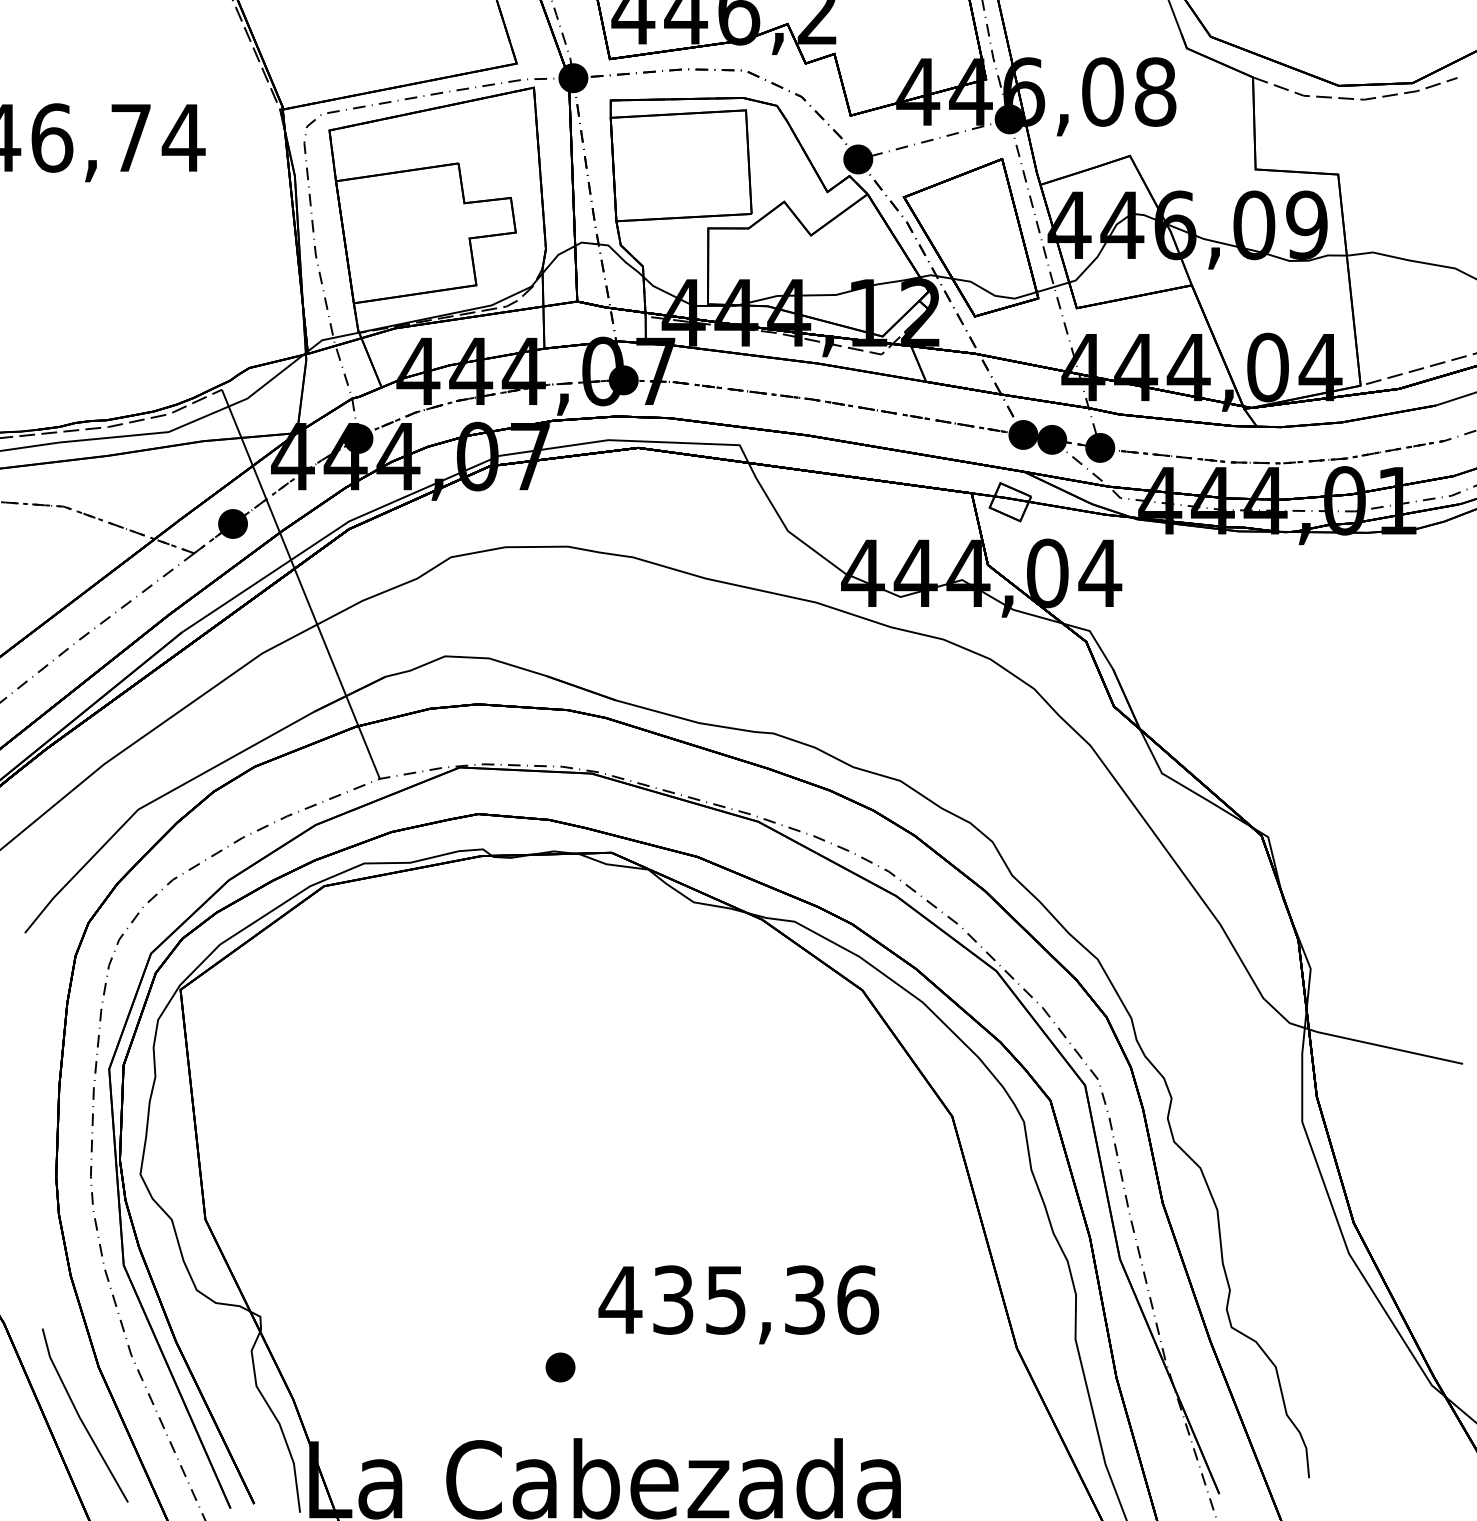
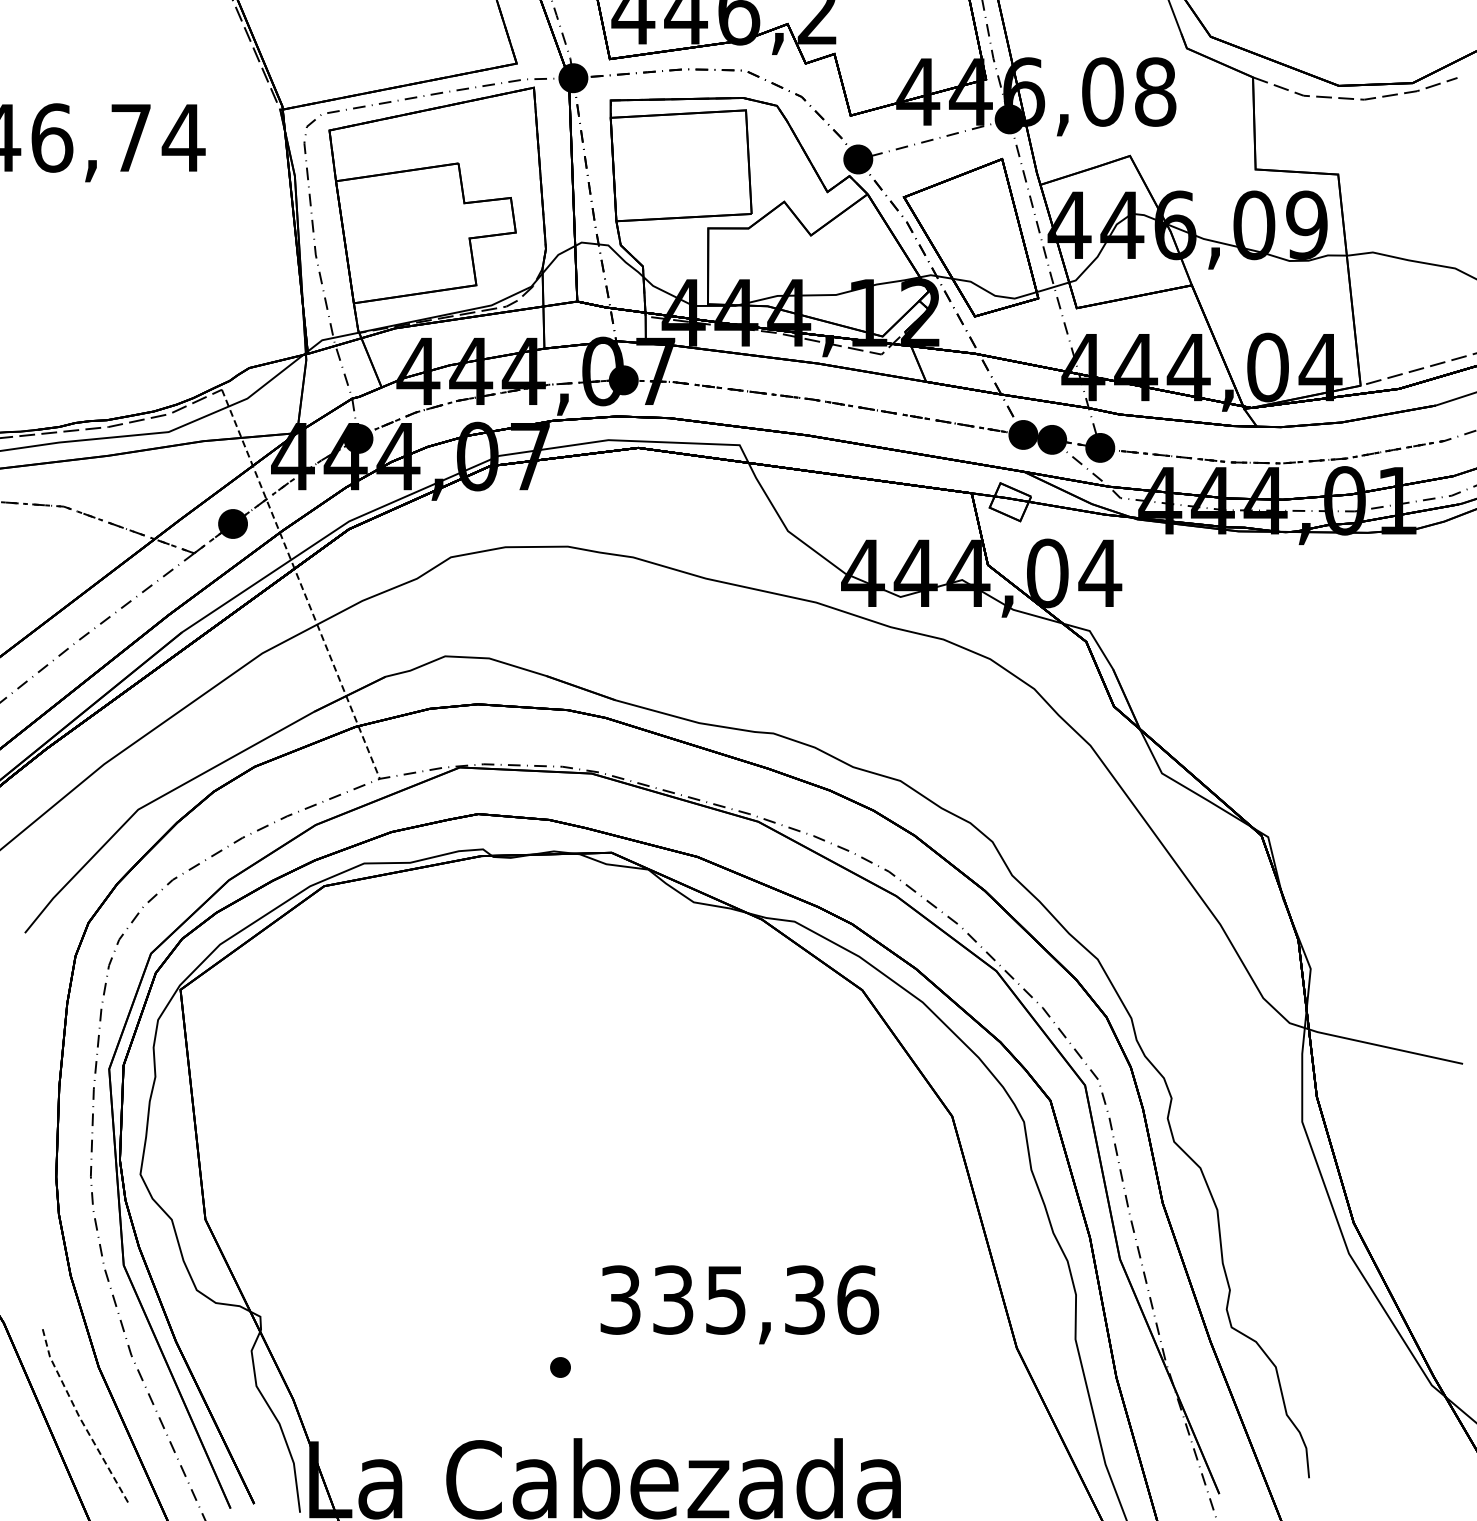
line at (300, 584): solid -> dashed
text at (620, 1299): 435,36 -> 335,36
part at (560, 1367) size: 31x31 px -> 21x21 px
line at (79, 1417): solid -> dashed
